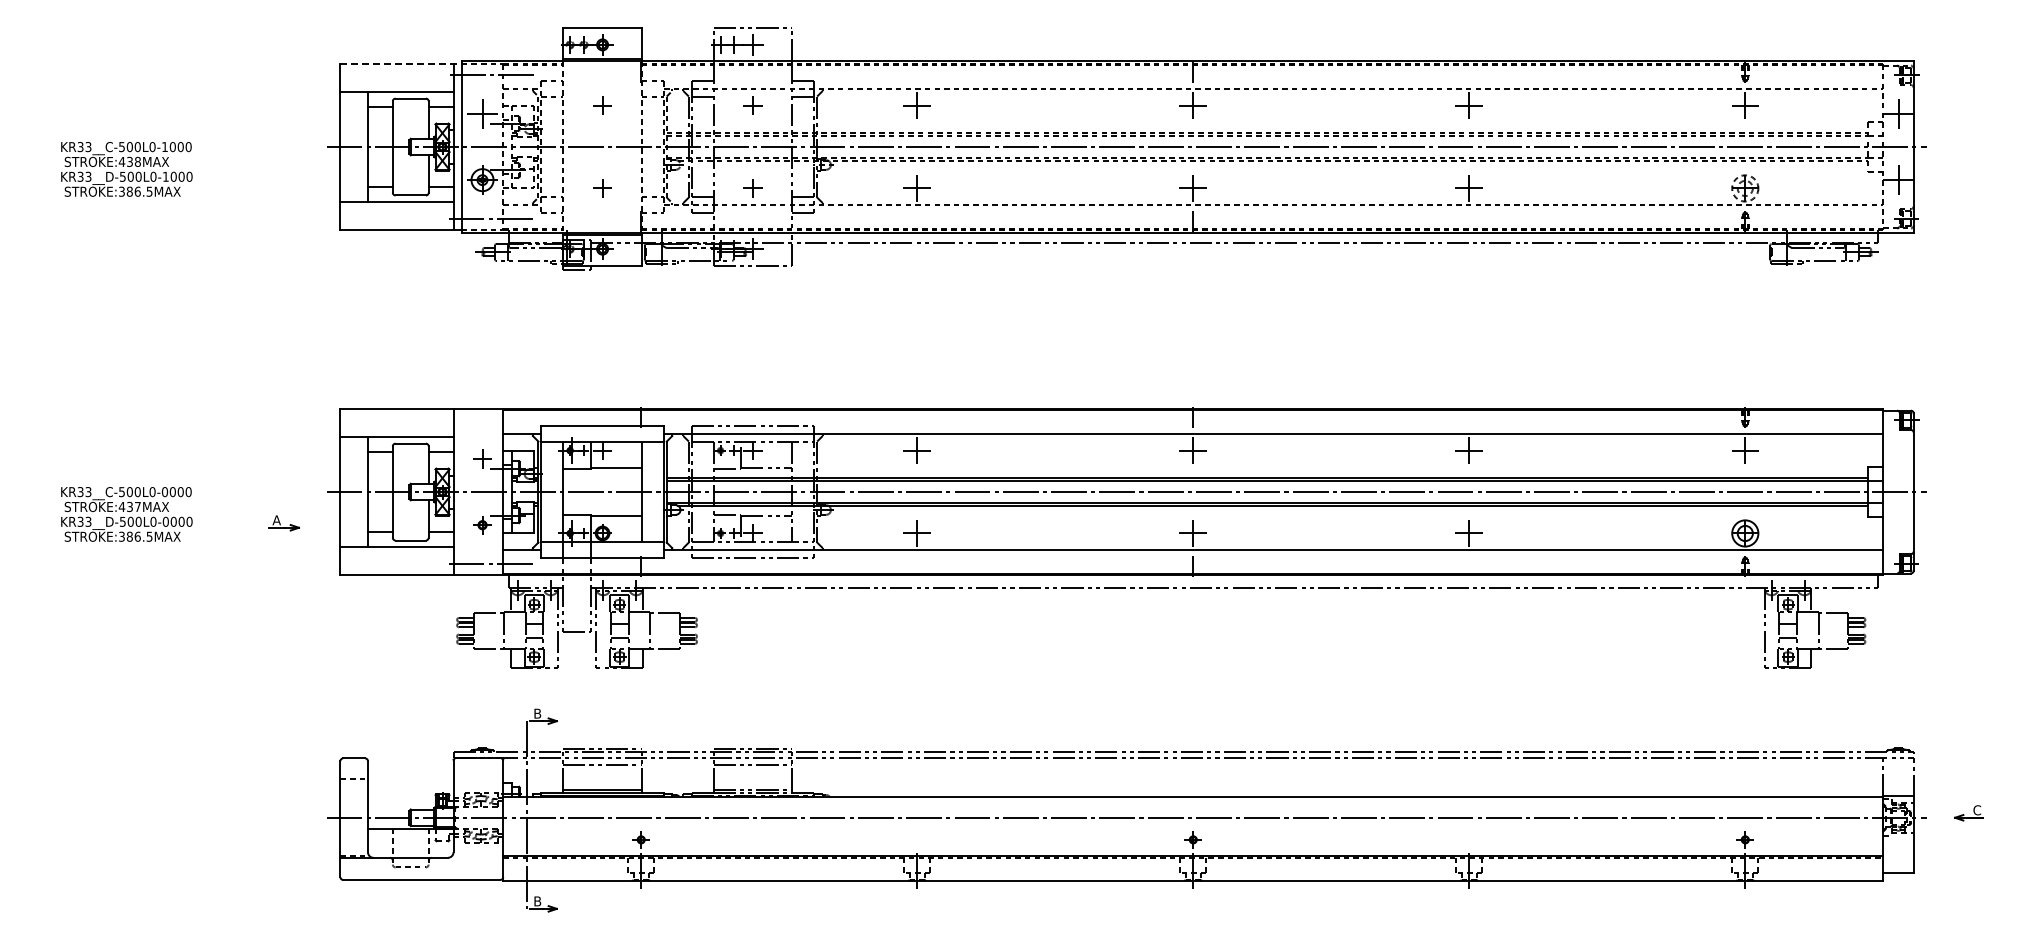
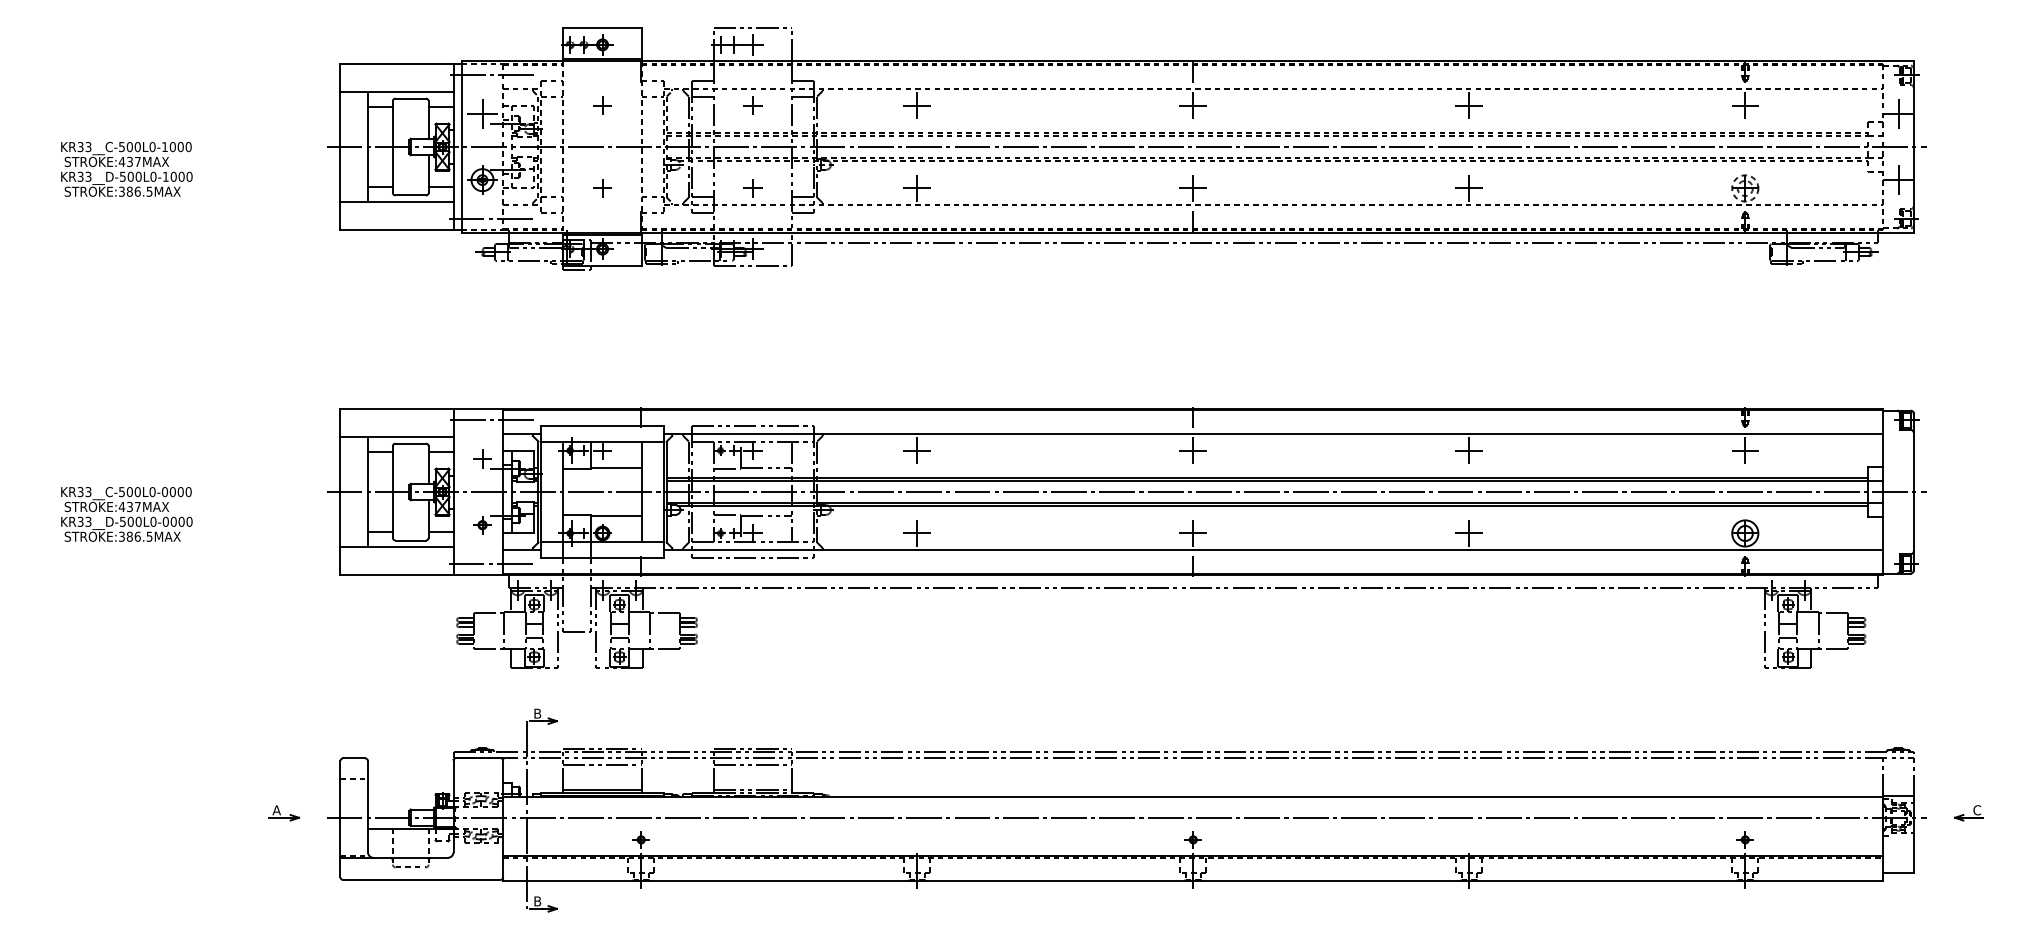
line at (401, 64): dashed -> solid
text at (137, 161): STROKE:438MAX -> STROKE:437MAX
line at (492, 420): none -> present
part at (283, 523) position: (283, 523) -> (283, 813)
